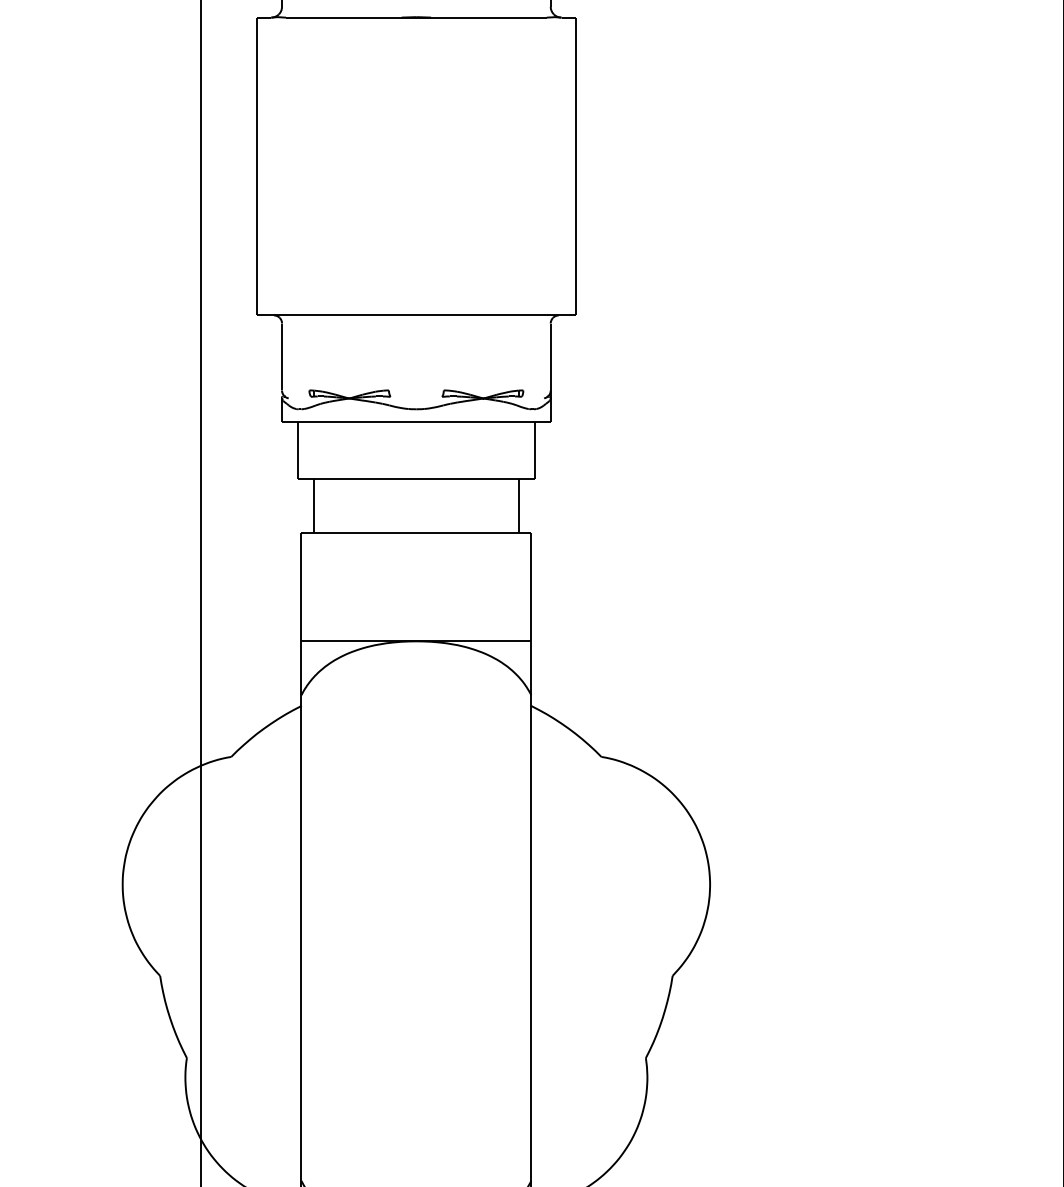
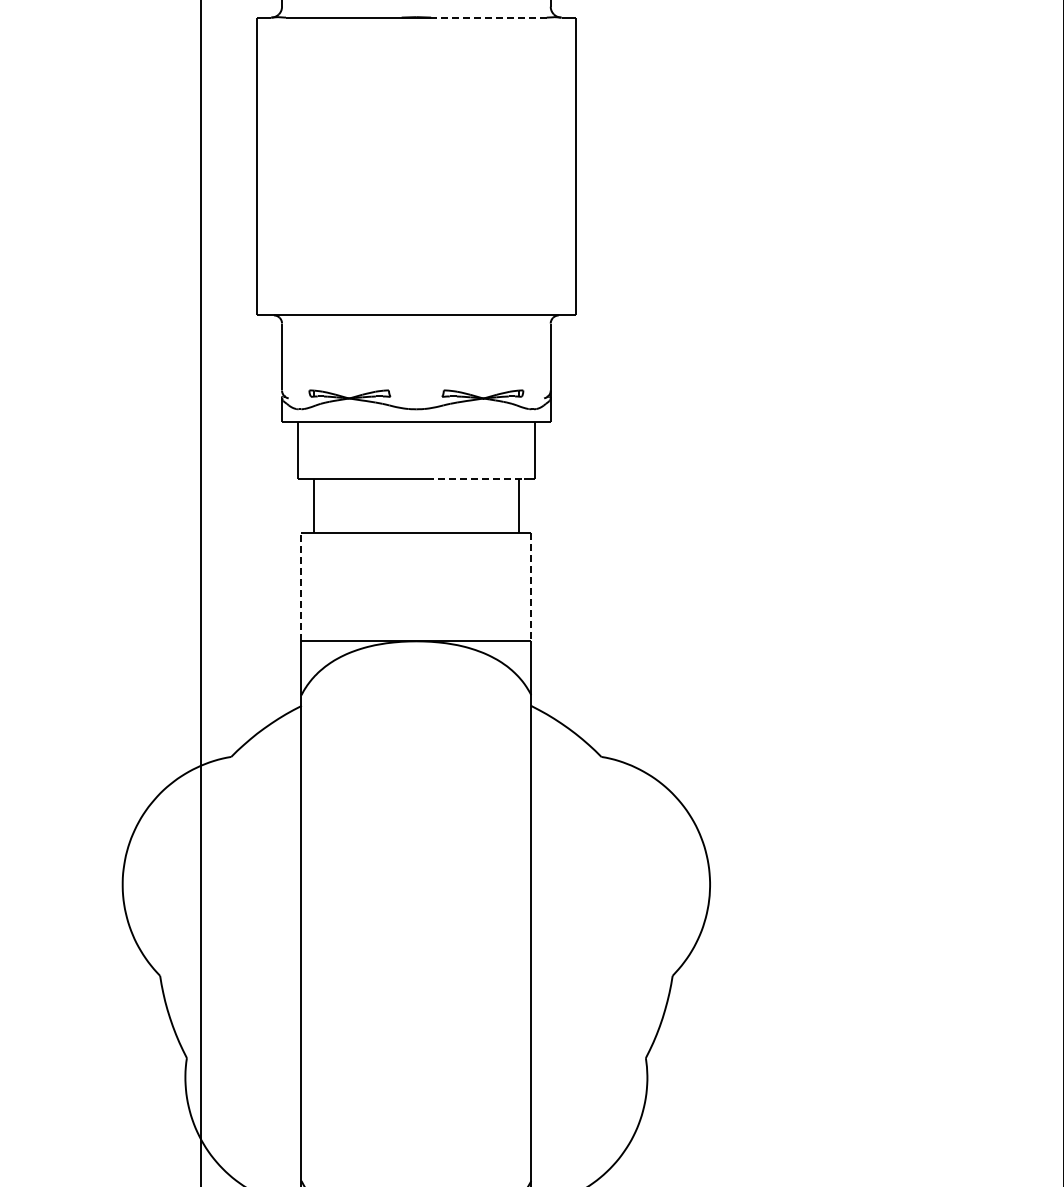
line at (488, 17): solid -> dashed
line at (475, 479): solid -> dashed
line at (301, 587): solid -> dashed
line at (531, 587): solid -> dashed
